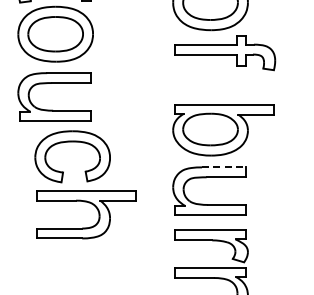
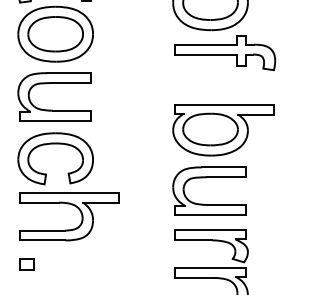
line at (224, 167): dashed -> solid
part at (85, 184) position: (85, 184) -> (68, 186)
part at (26, 264): none -> present
